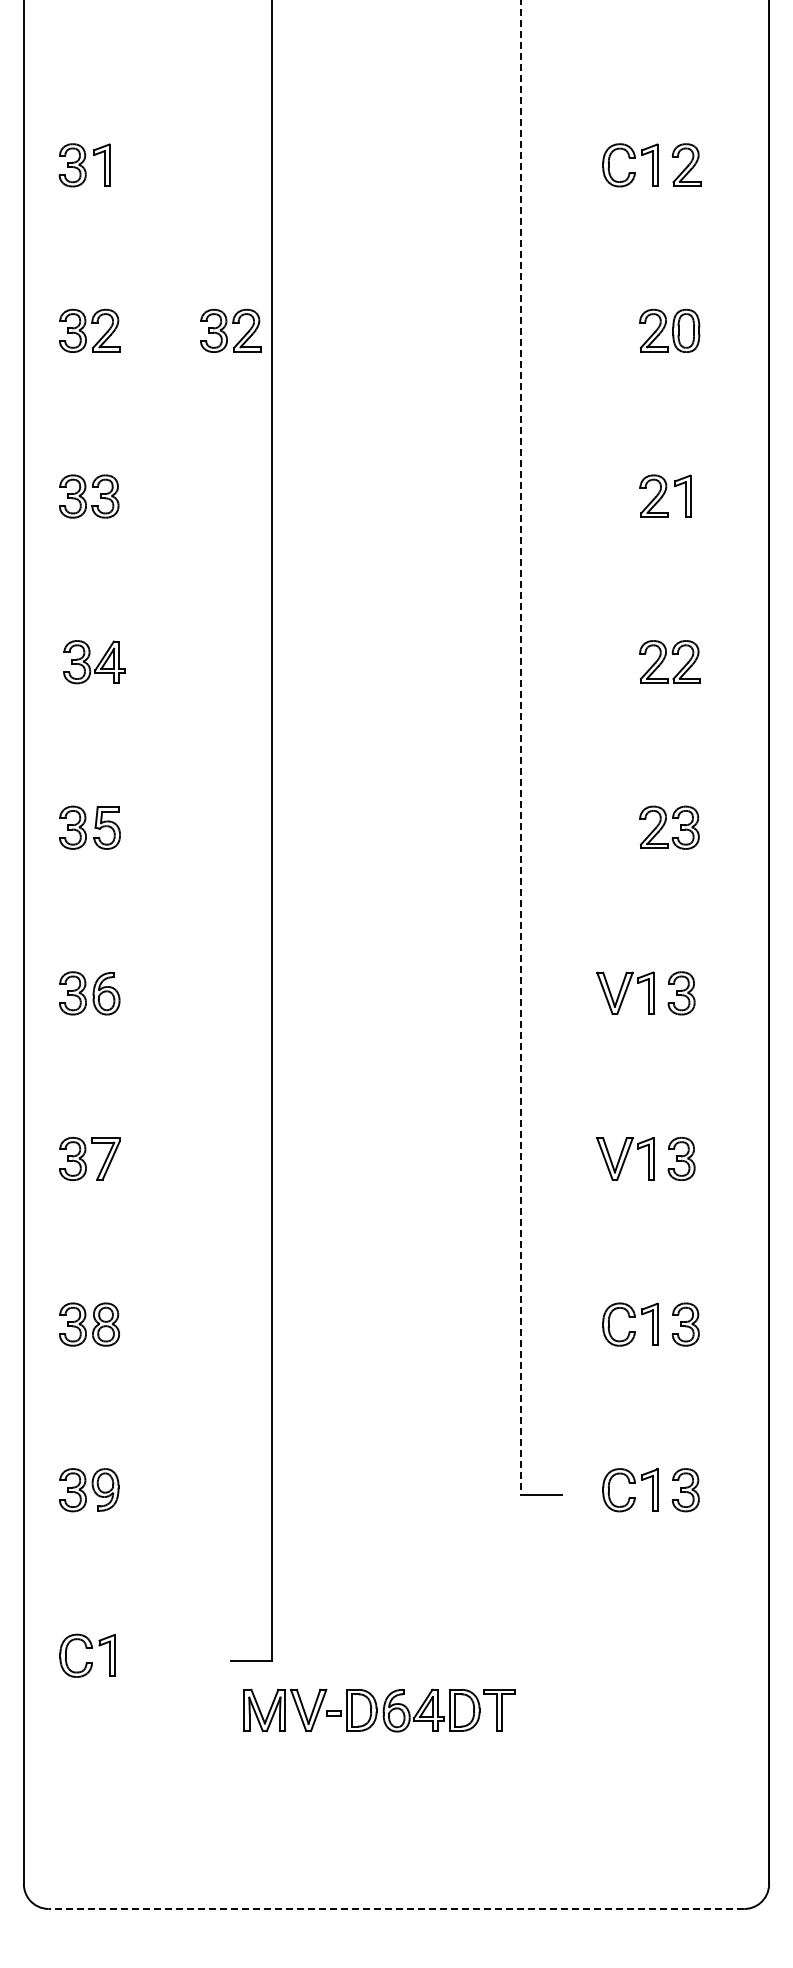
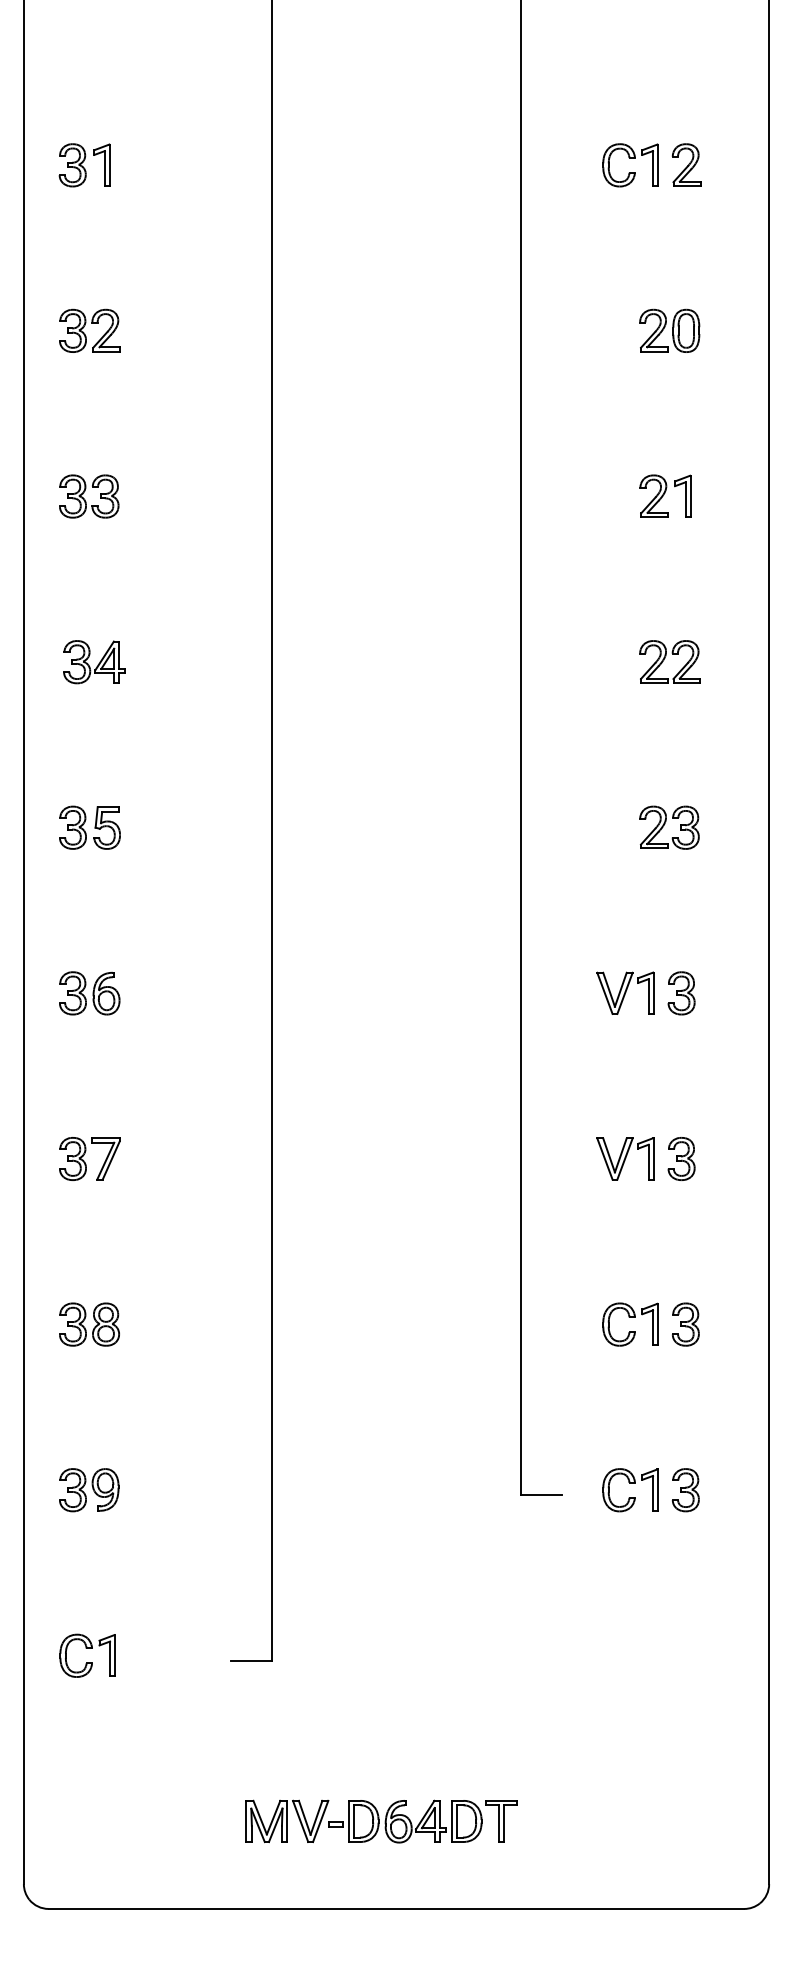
part at (230, 330): present -> none
line at (520, 748): dashed -> solid
part at (379, 1710) position: (379, 1710) -> (381, 1821)
line at (396, 1908): dashed -> solid
